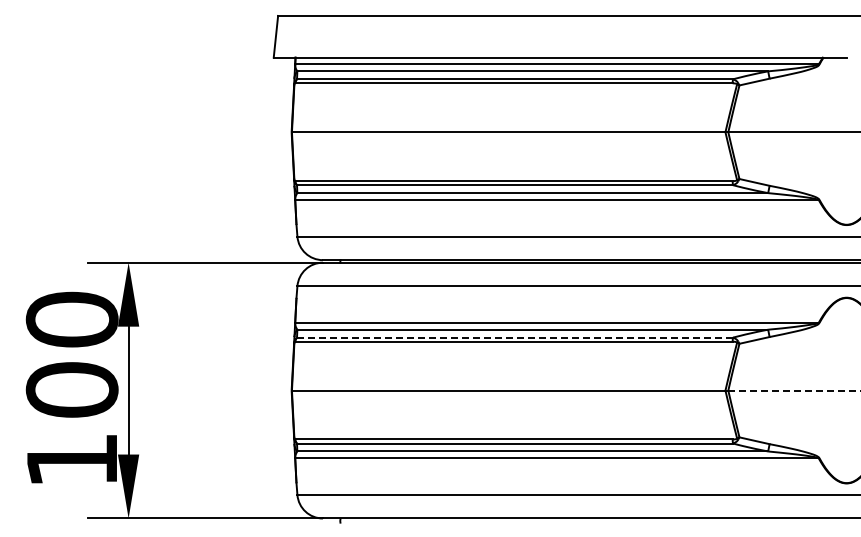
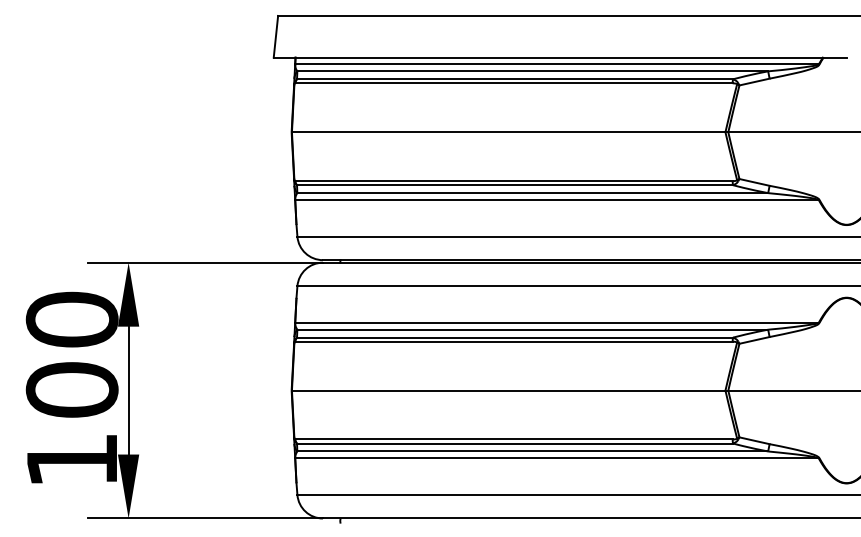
line at (515, 337): dashed -> solid
line at (794, 390): dashed -> solid
